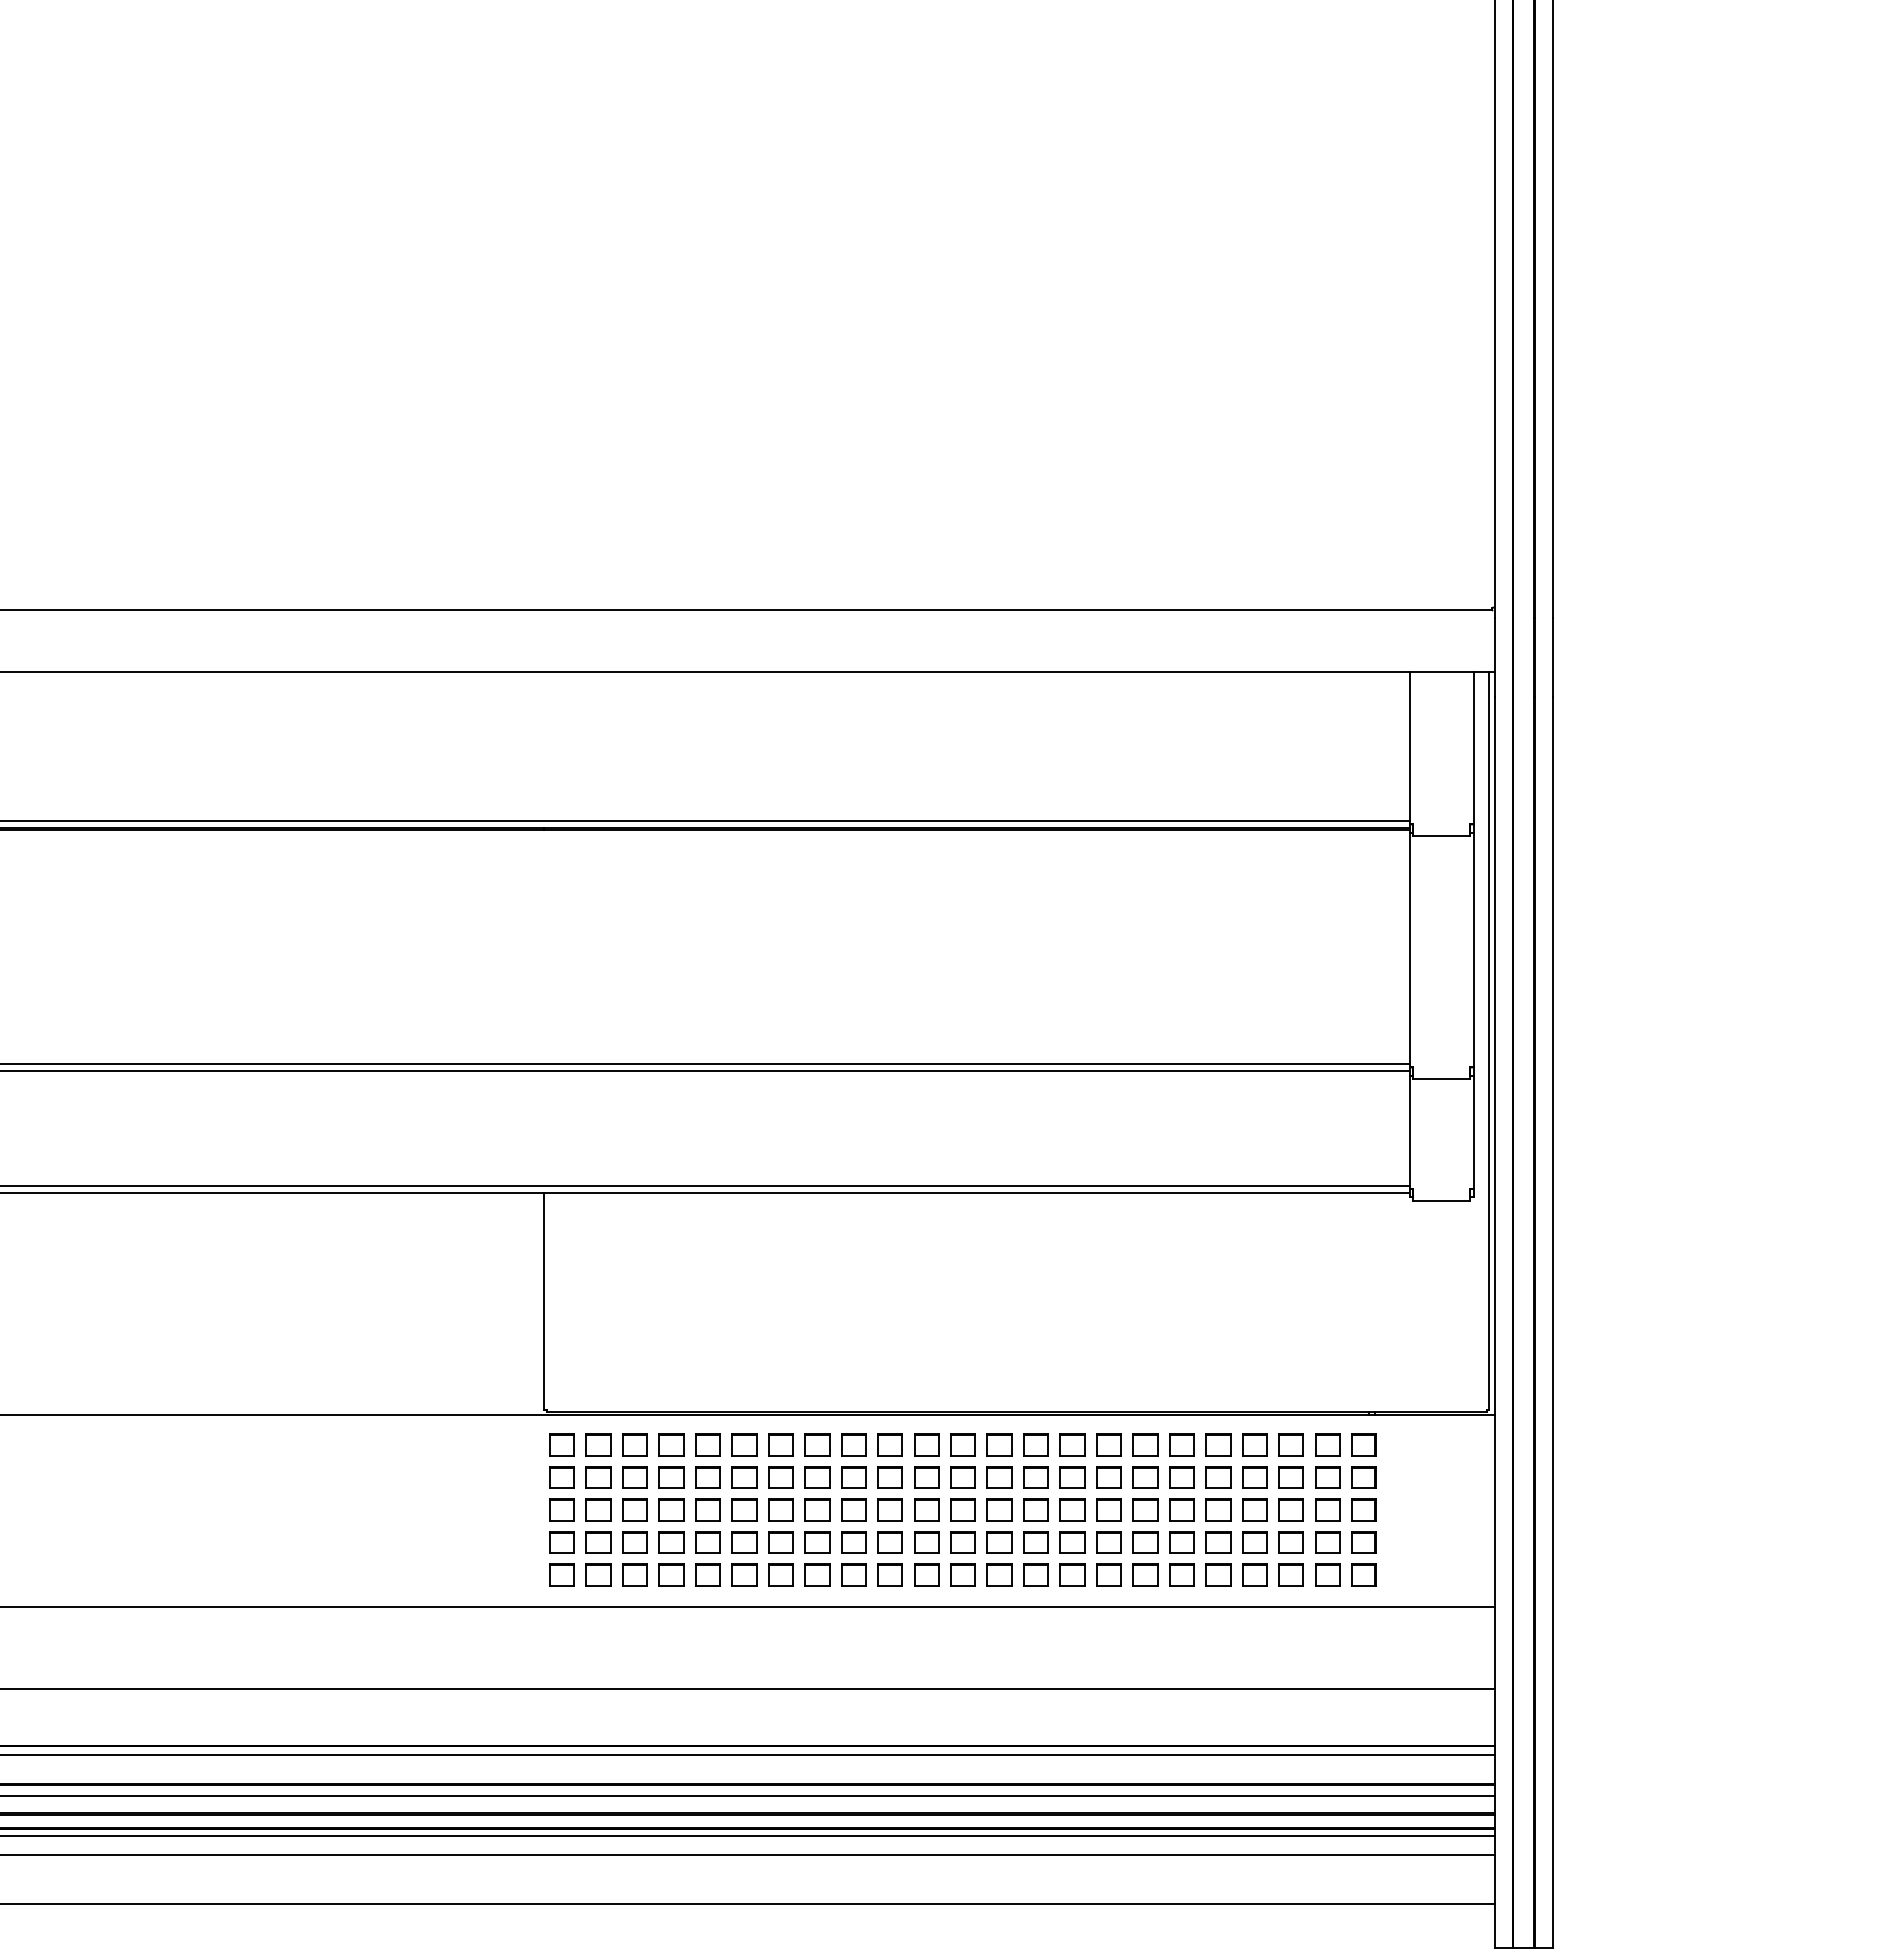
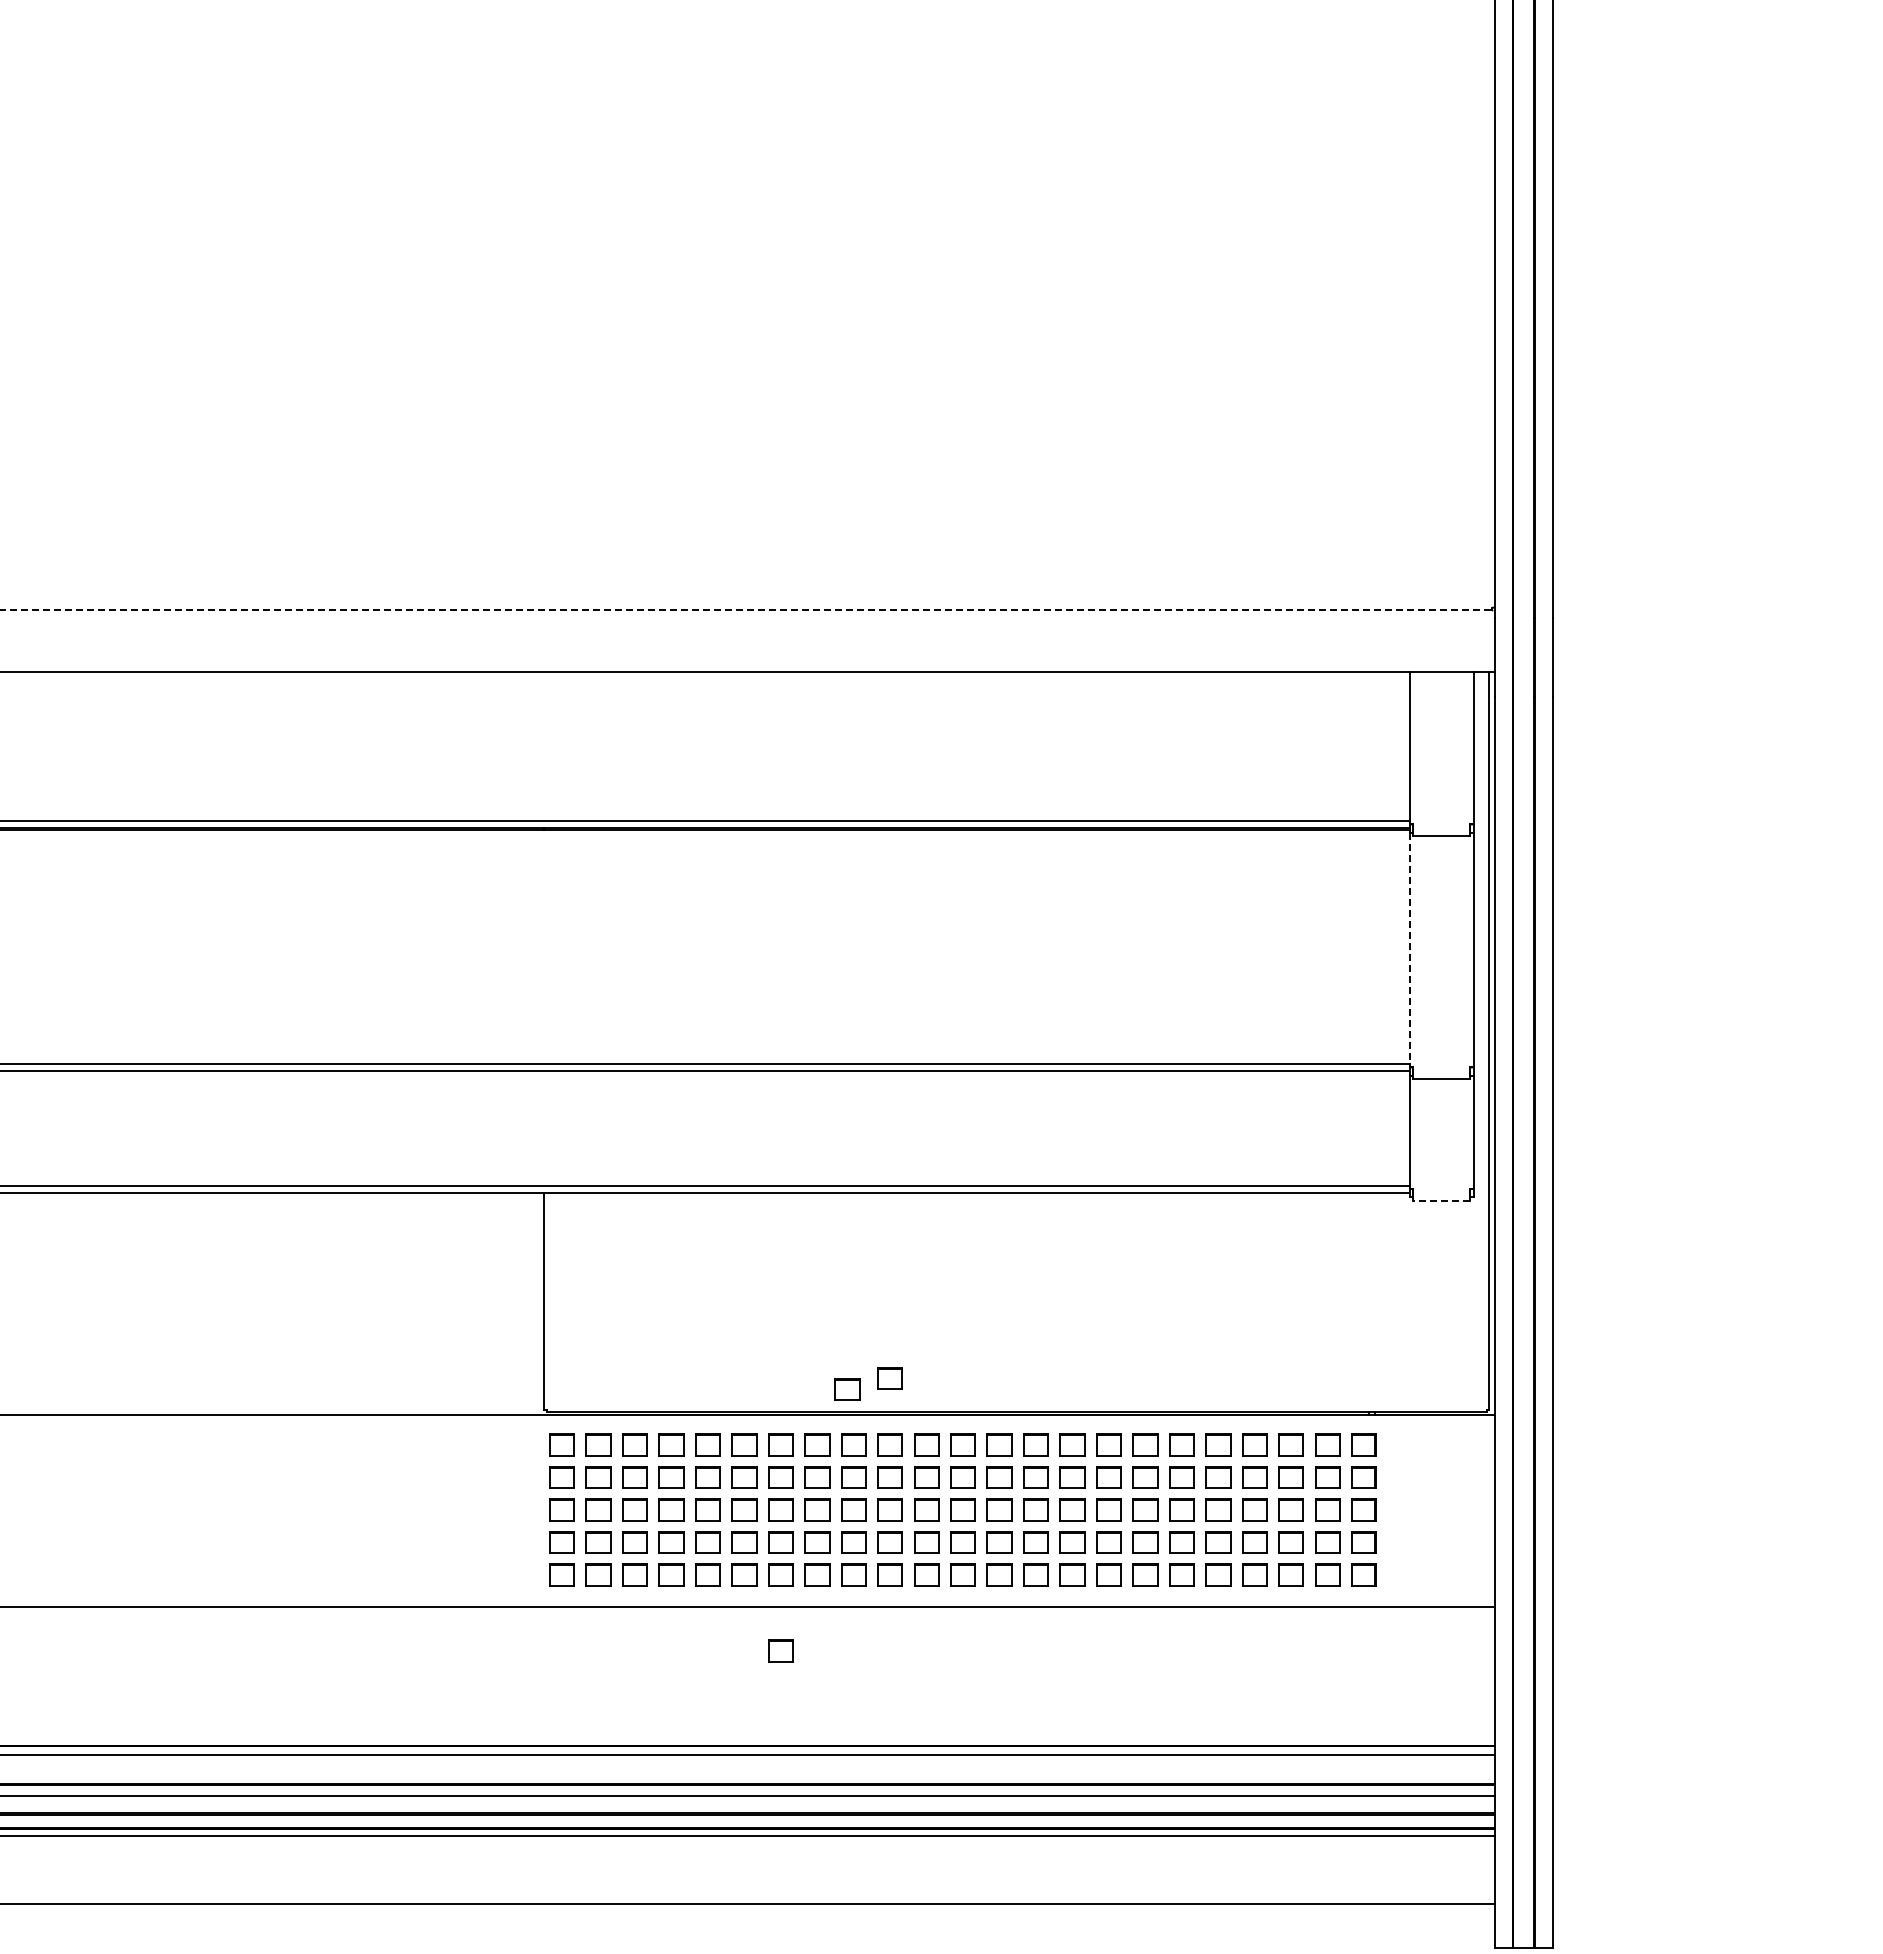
line at (746, 610): solid -> dashed
line at (1409, 948): solid -> dashed
line at (1441, 1200): solid -> dashed
part at (889, 1378): none -> present
part at (847, 1389): none -> present
part at (780, 1650): none -> present
line at (748, 1688): present -> none
line at (748, 1855): present -> none
